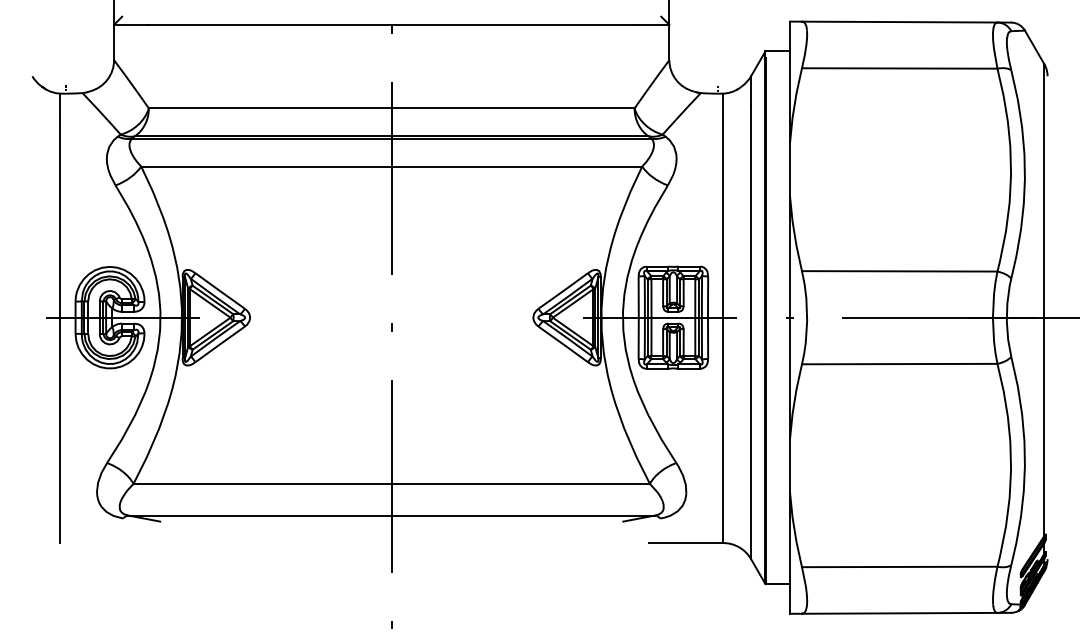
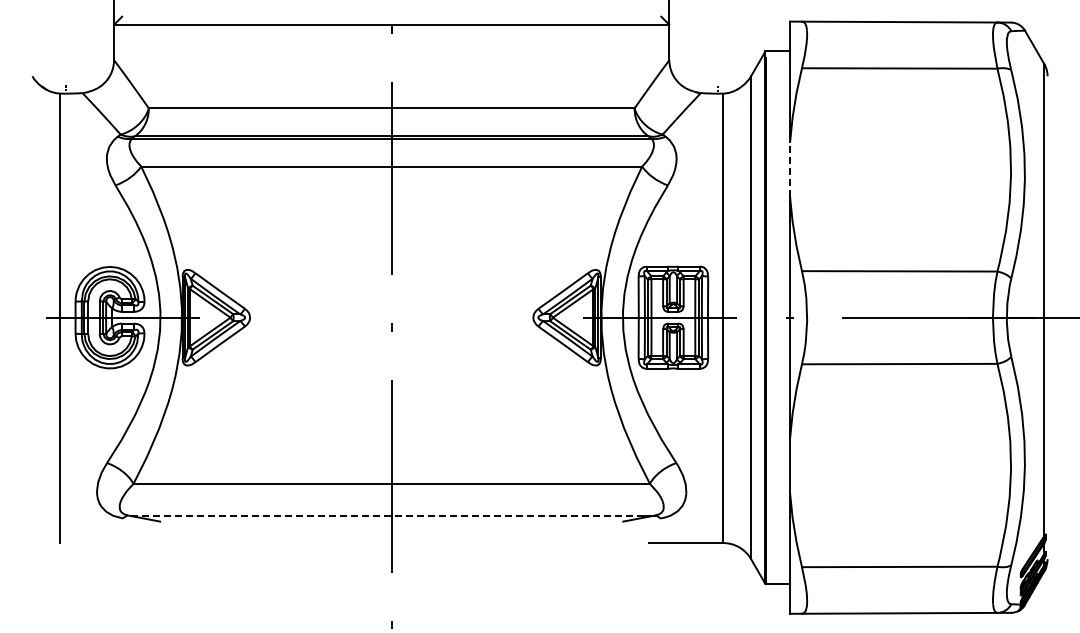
line at (790, 169): solid -> dashed
line at (386, 515): solid -> dashed
